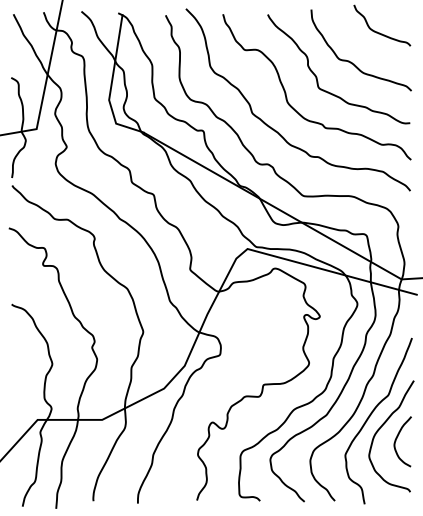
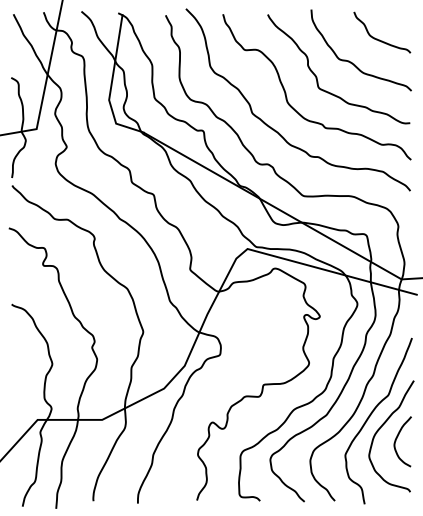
curve at (379, 32) position: (379, 32) -> (379, 39)
